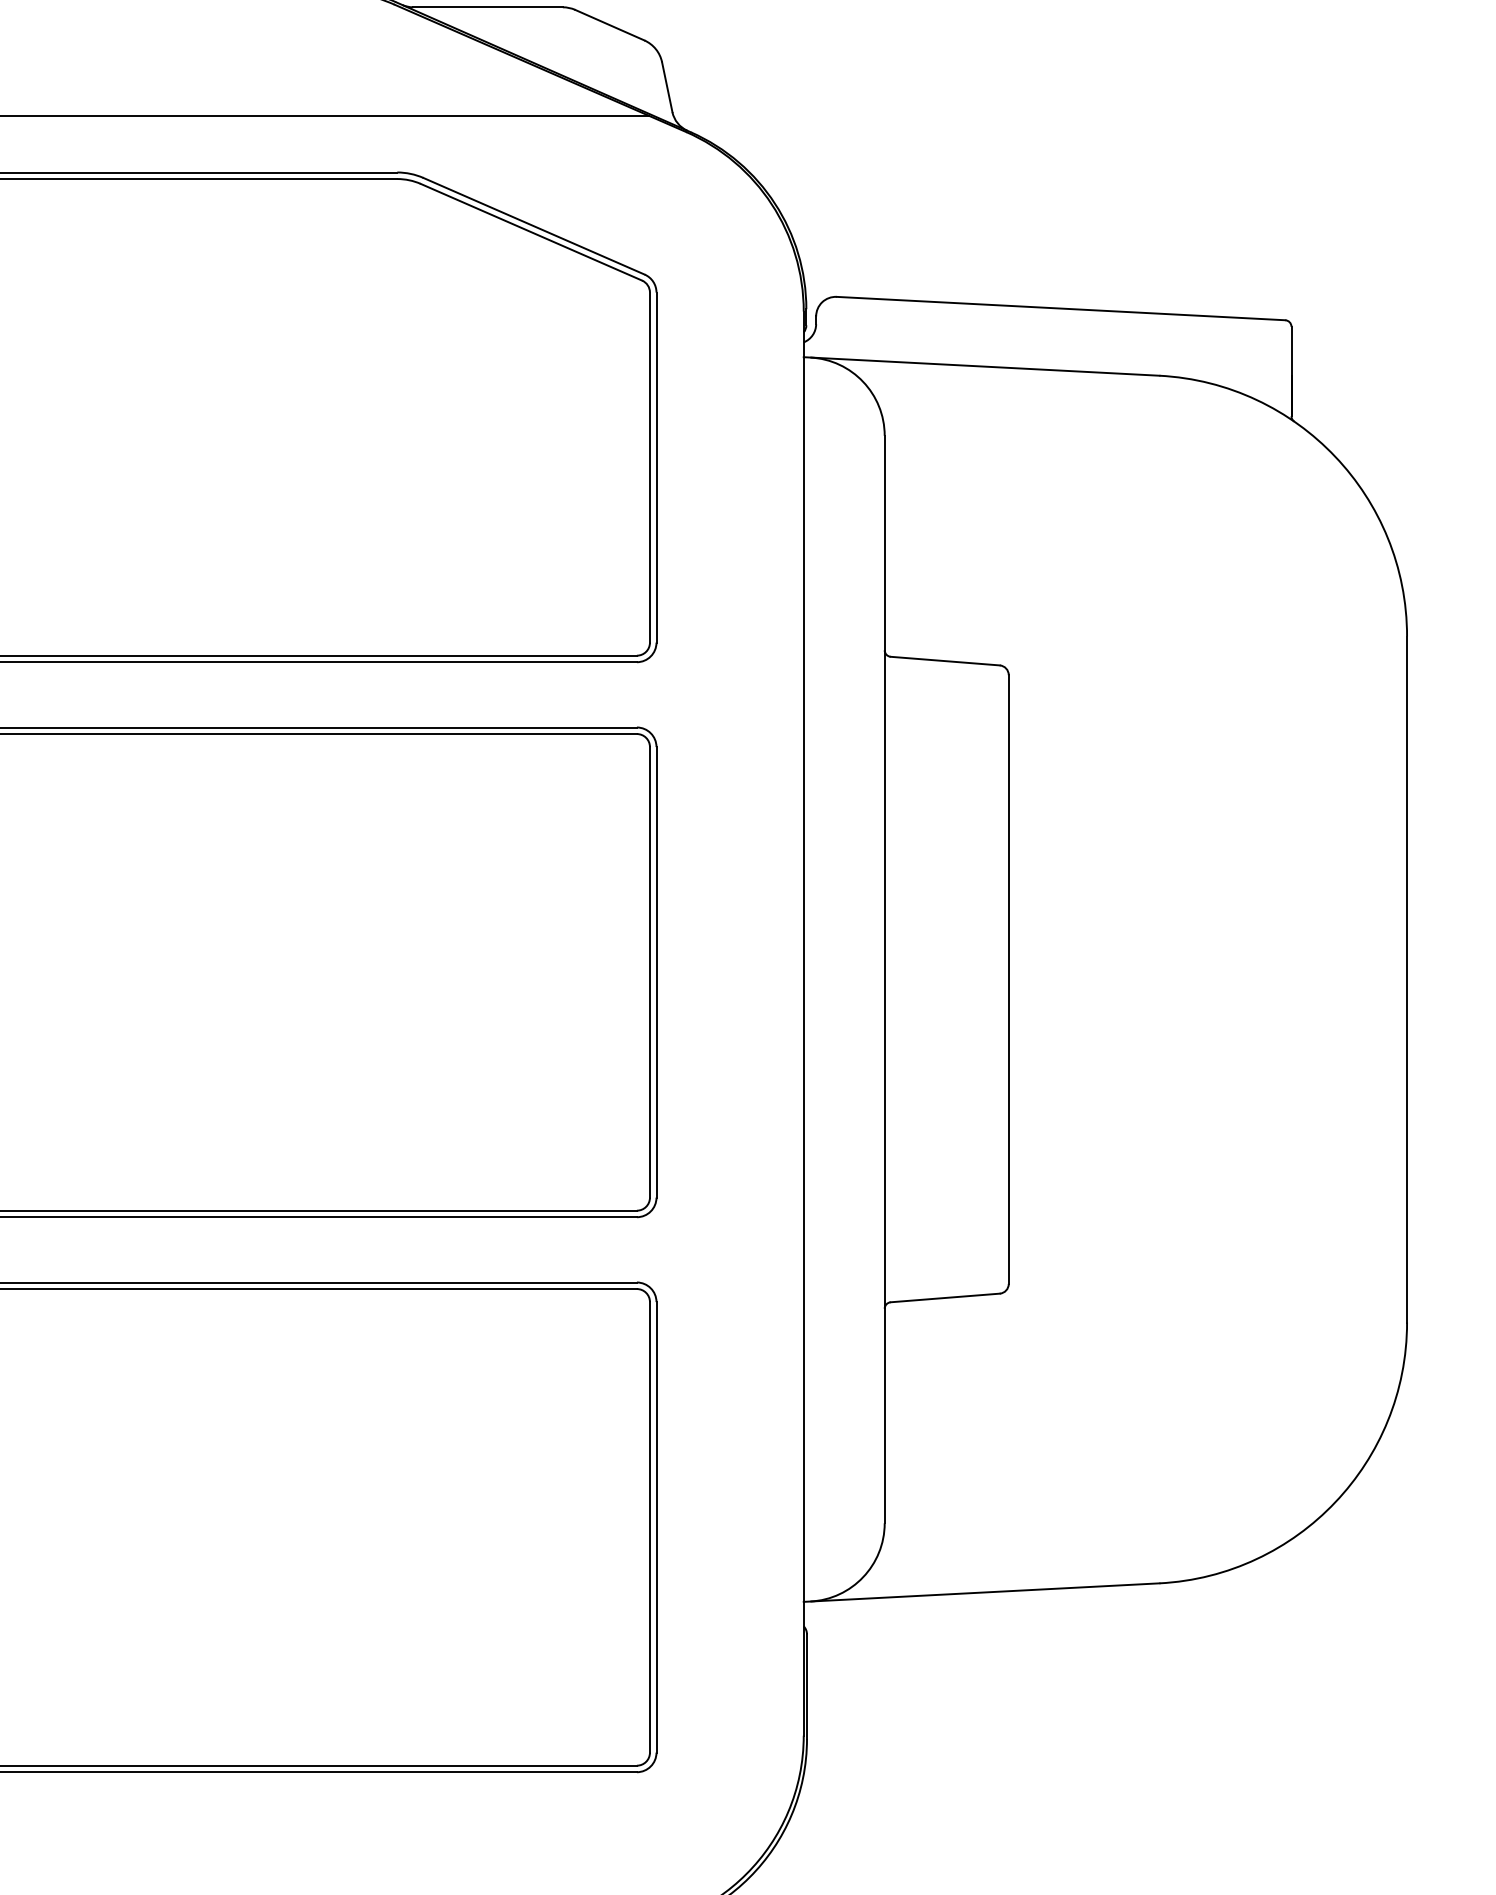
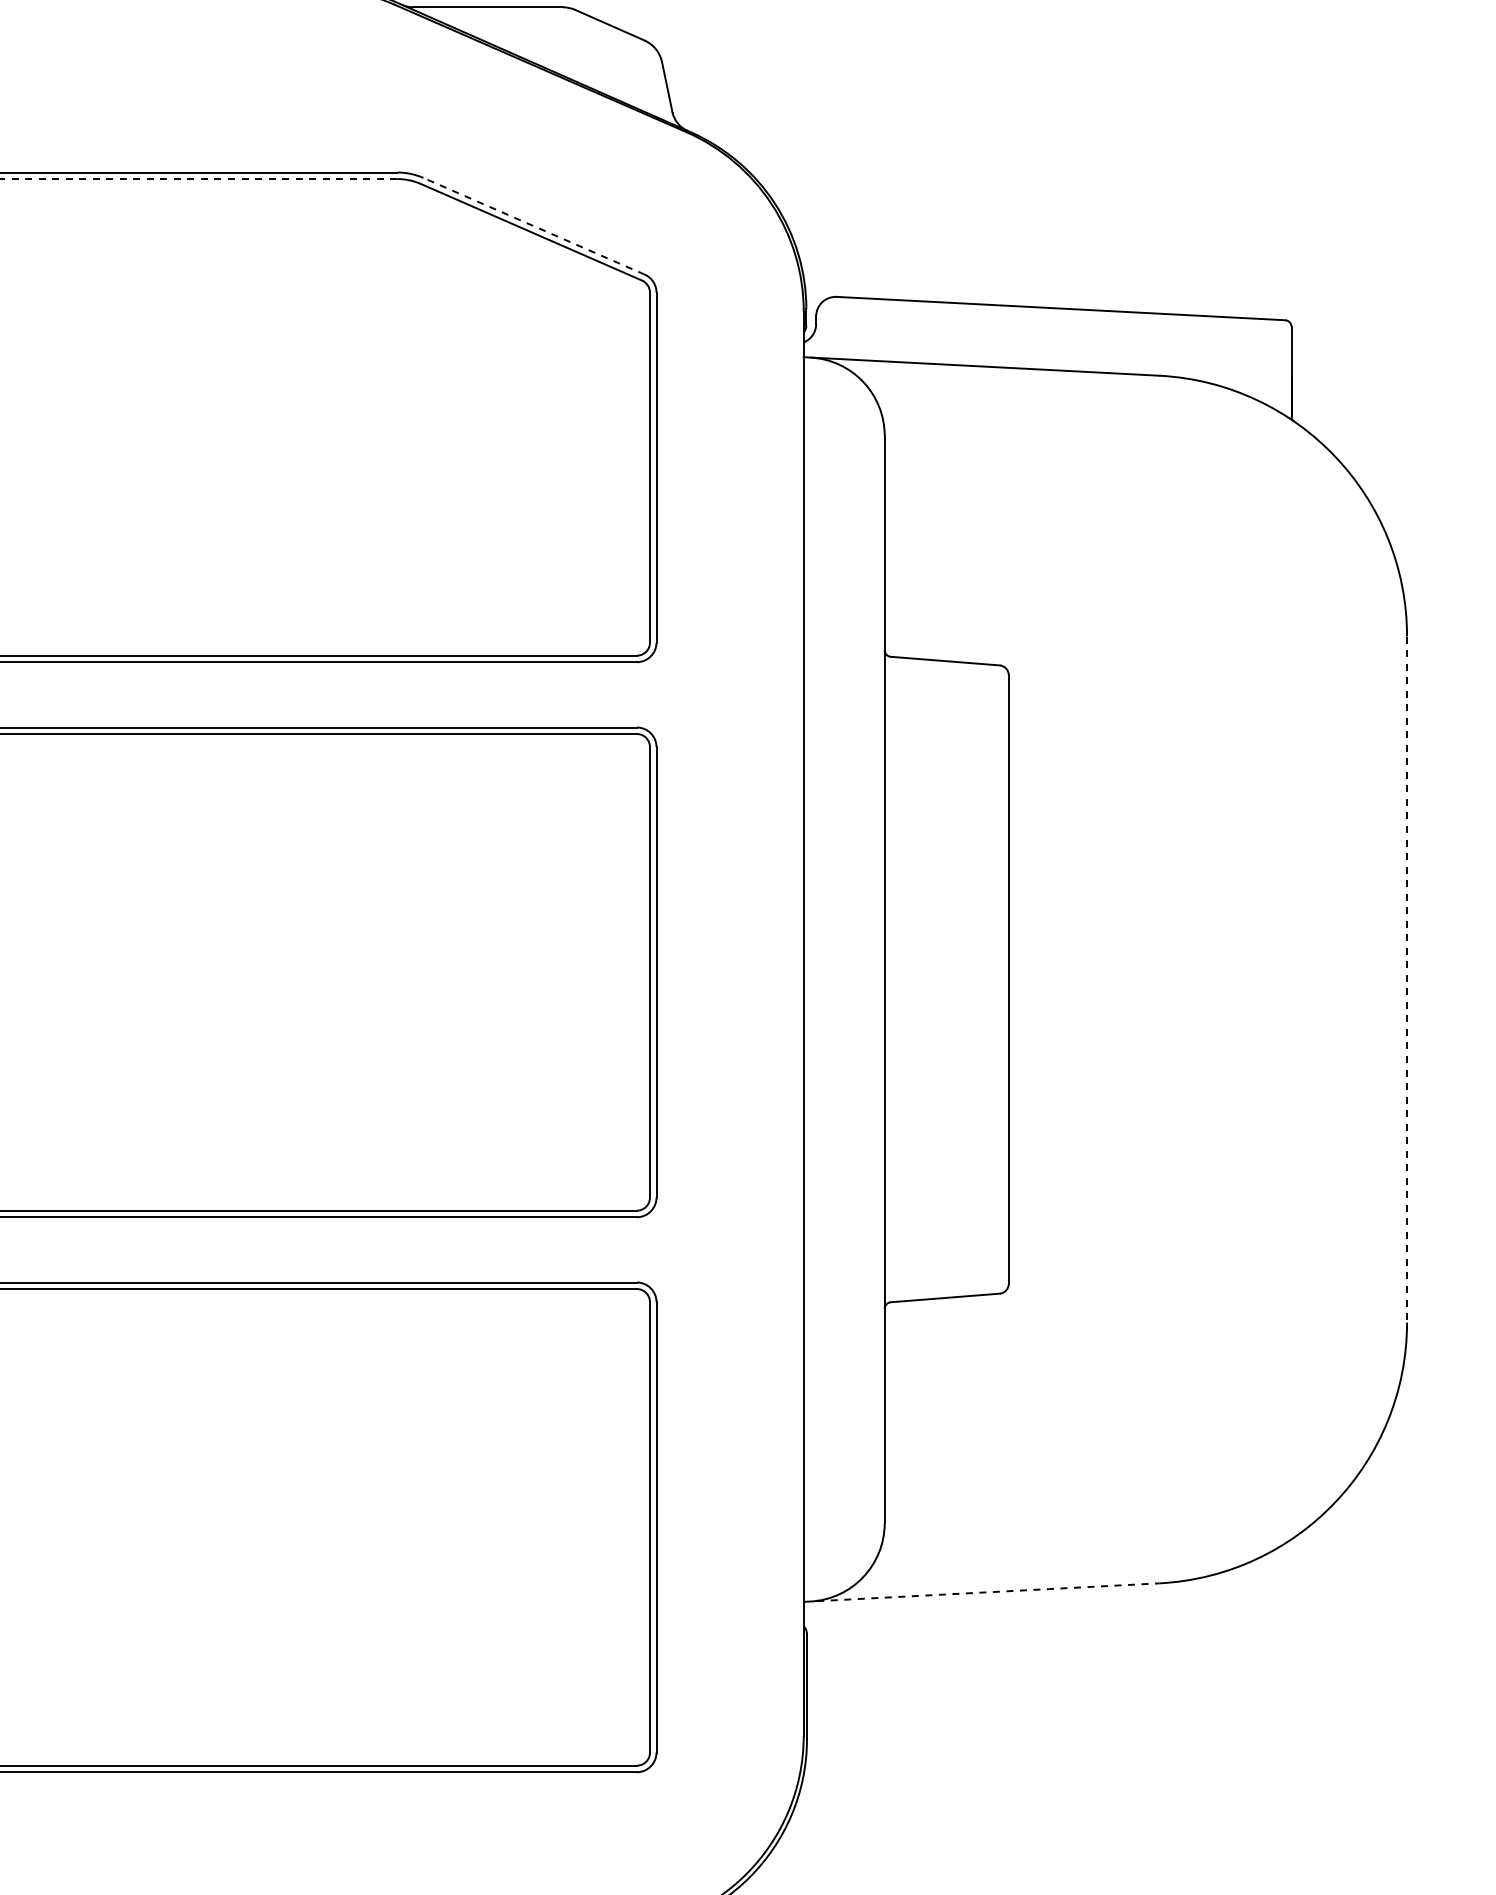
line at (325, 115): present -> none
line at (198, 179): solid -> dashed
line at (534, 226): solid -> dashed
line at (1407, 979): solid -> dashed
line at (982, 1592): solid -> dashed
